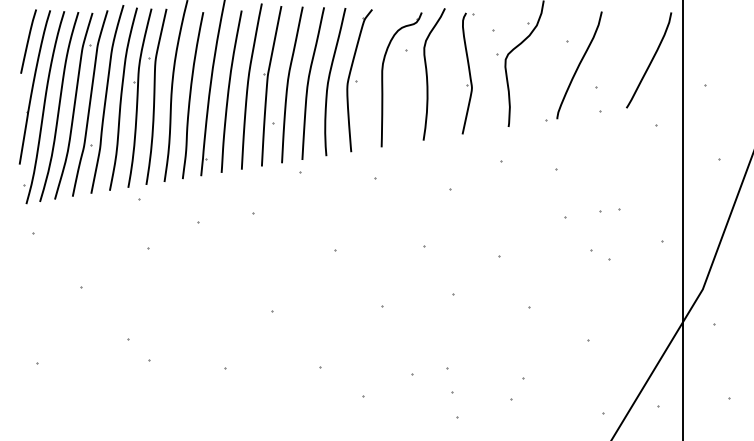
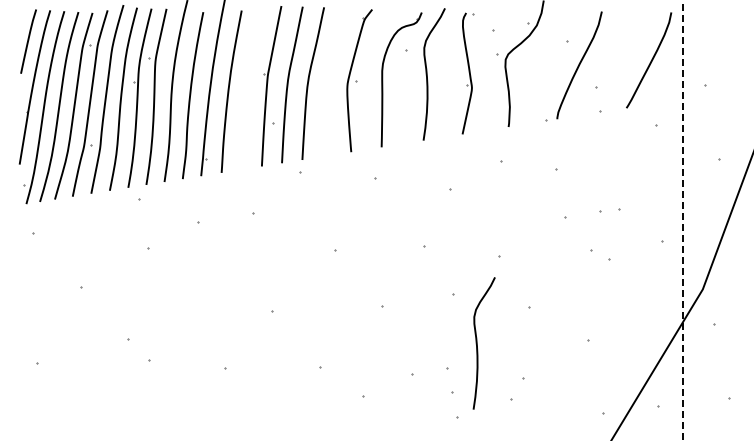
curve at (329, 81): present -> none
curve at (248, 86): present -> none
line at (683, 221): solid -> dashed
curve at (477, 343): none -> present
